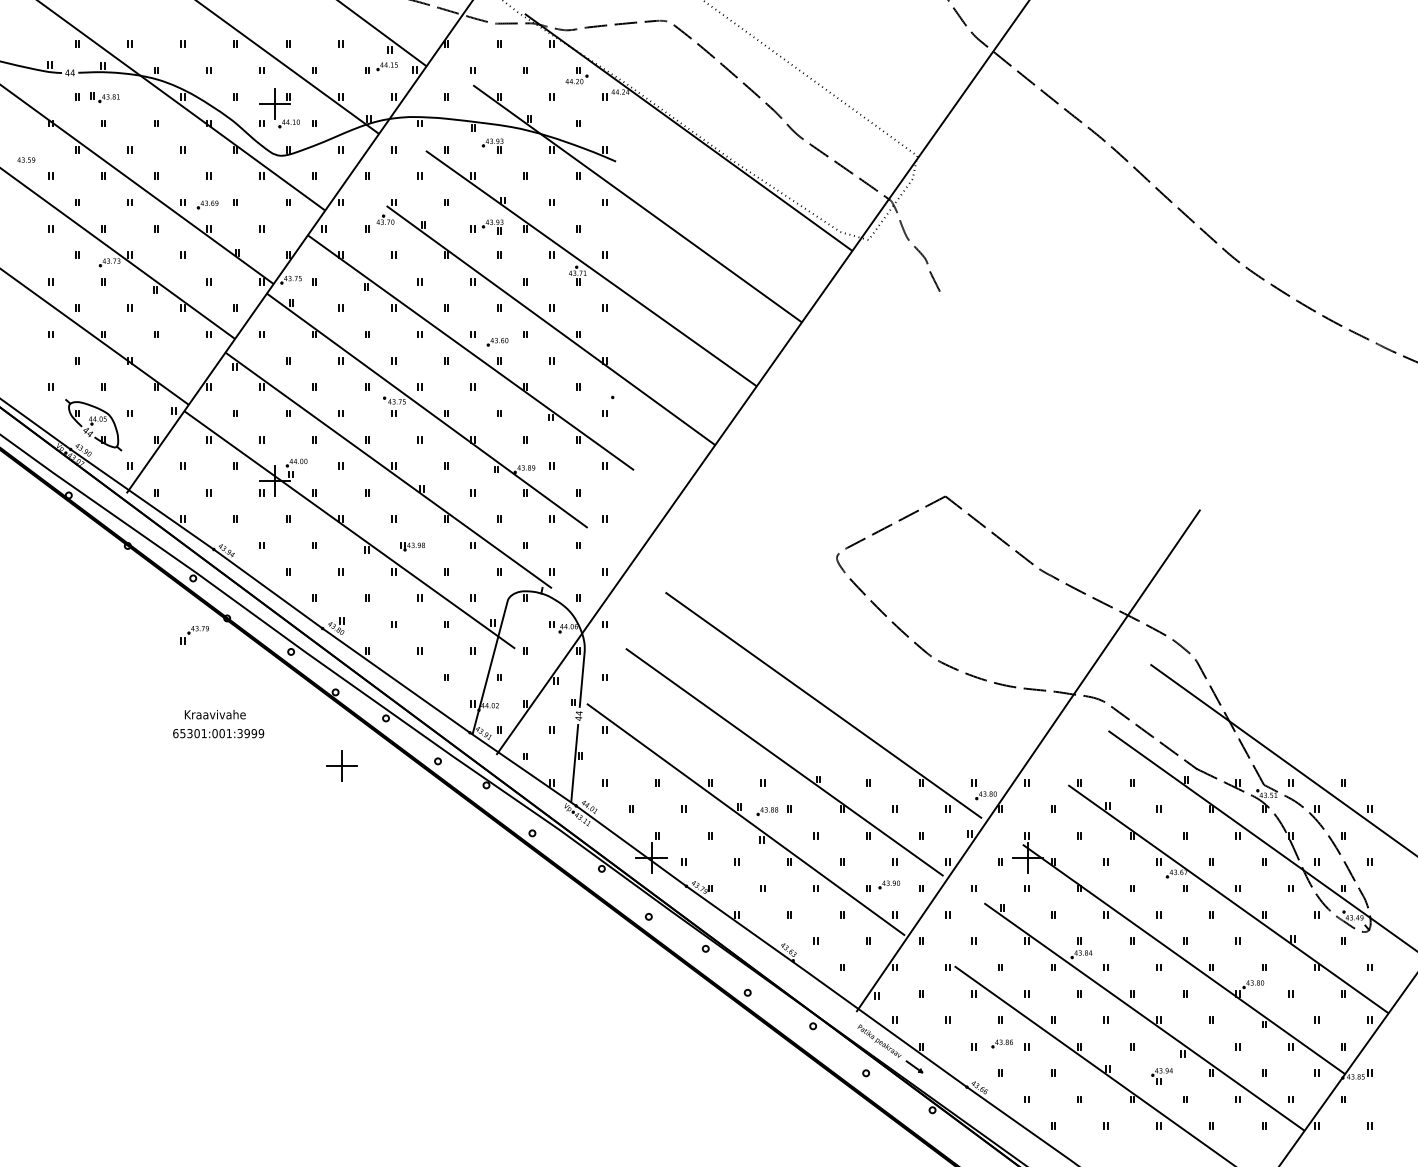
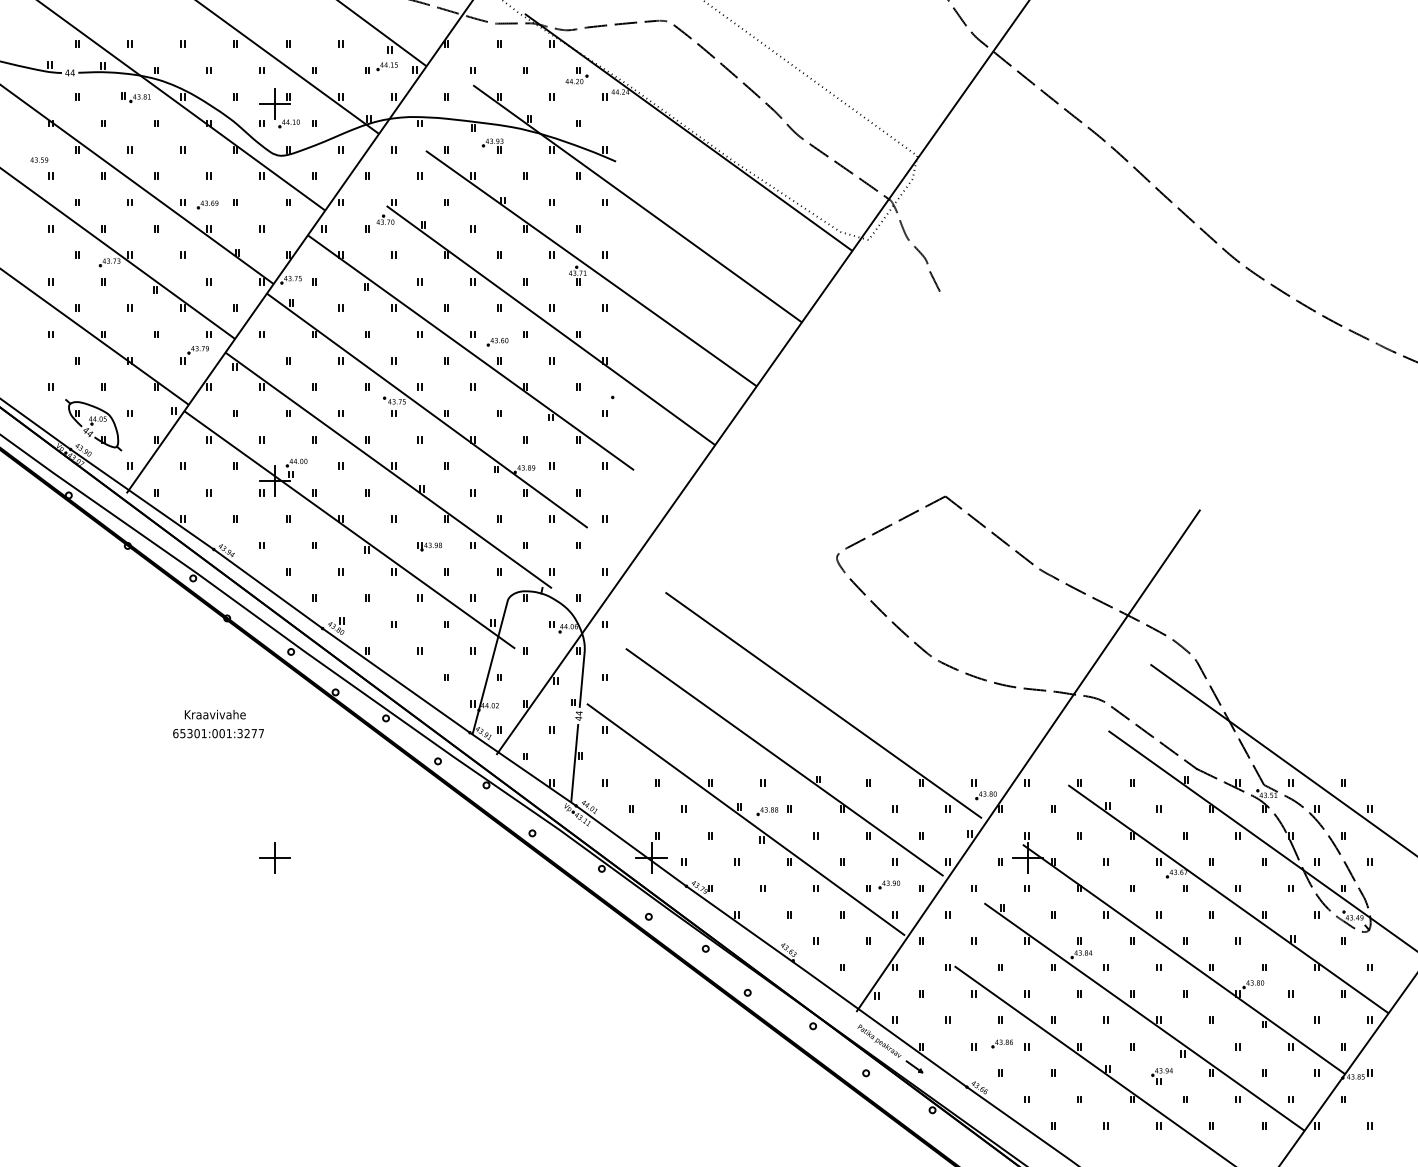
part at (104, 97) position: (104, 97) -> (135, 97)
text at (26, 159) position: (26, 159) -> (39, 159)
part at (492, 226): present -> none
part at (412, 546) position: (412, 546) -> (429, 546)
part at (194, 635) position: (194, 635) -> (194, 355)
text at (254, 733): 65301:001:3999 -> 65301:001:3277
part at (341, 765) position: (341, 765) -> (274, 857)
